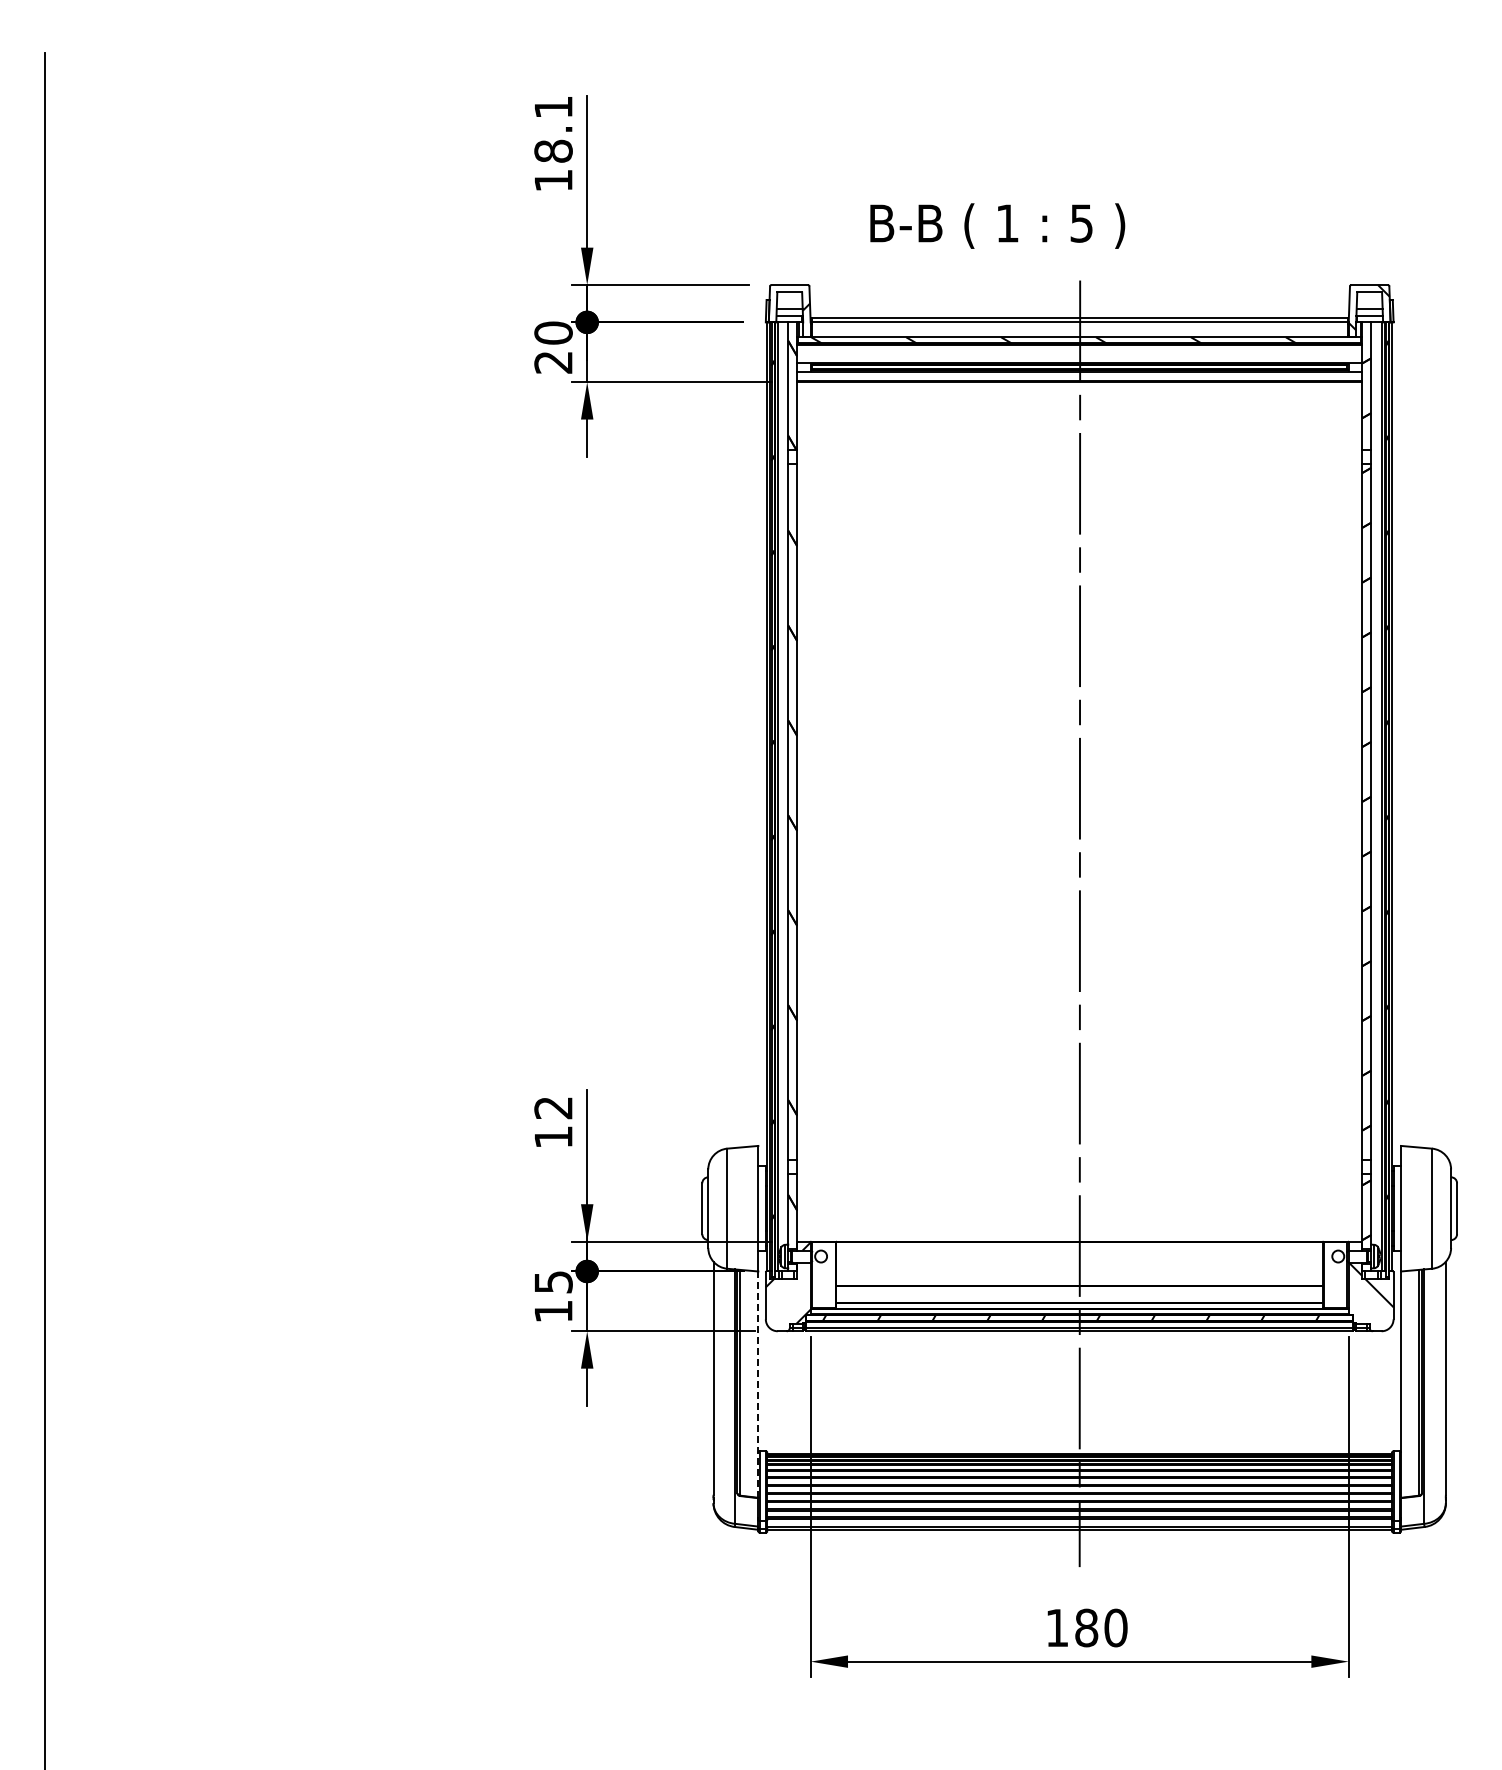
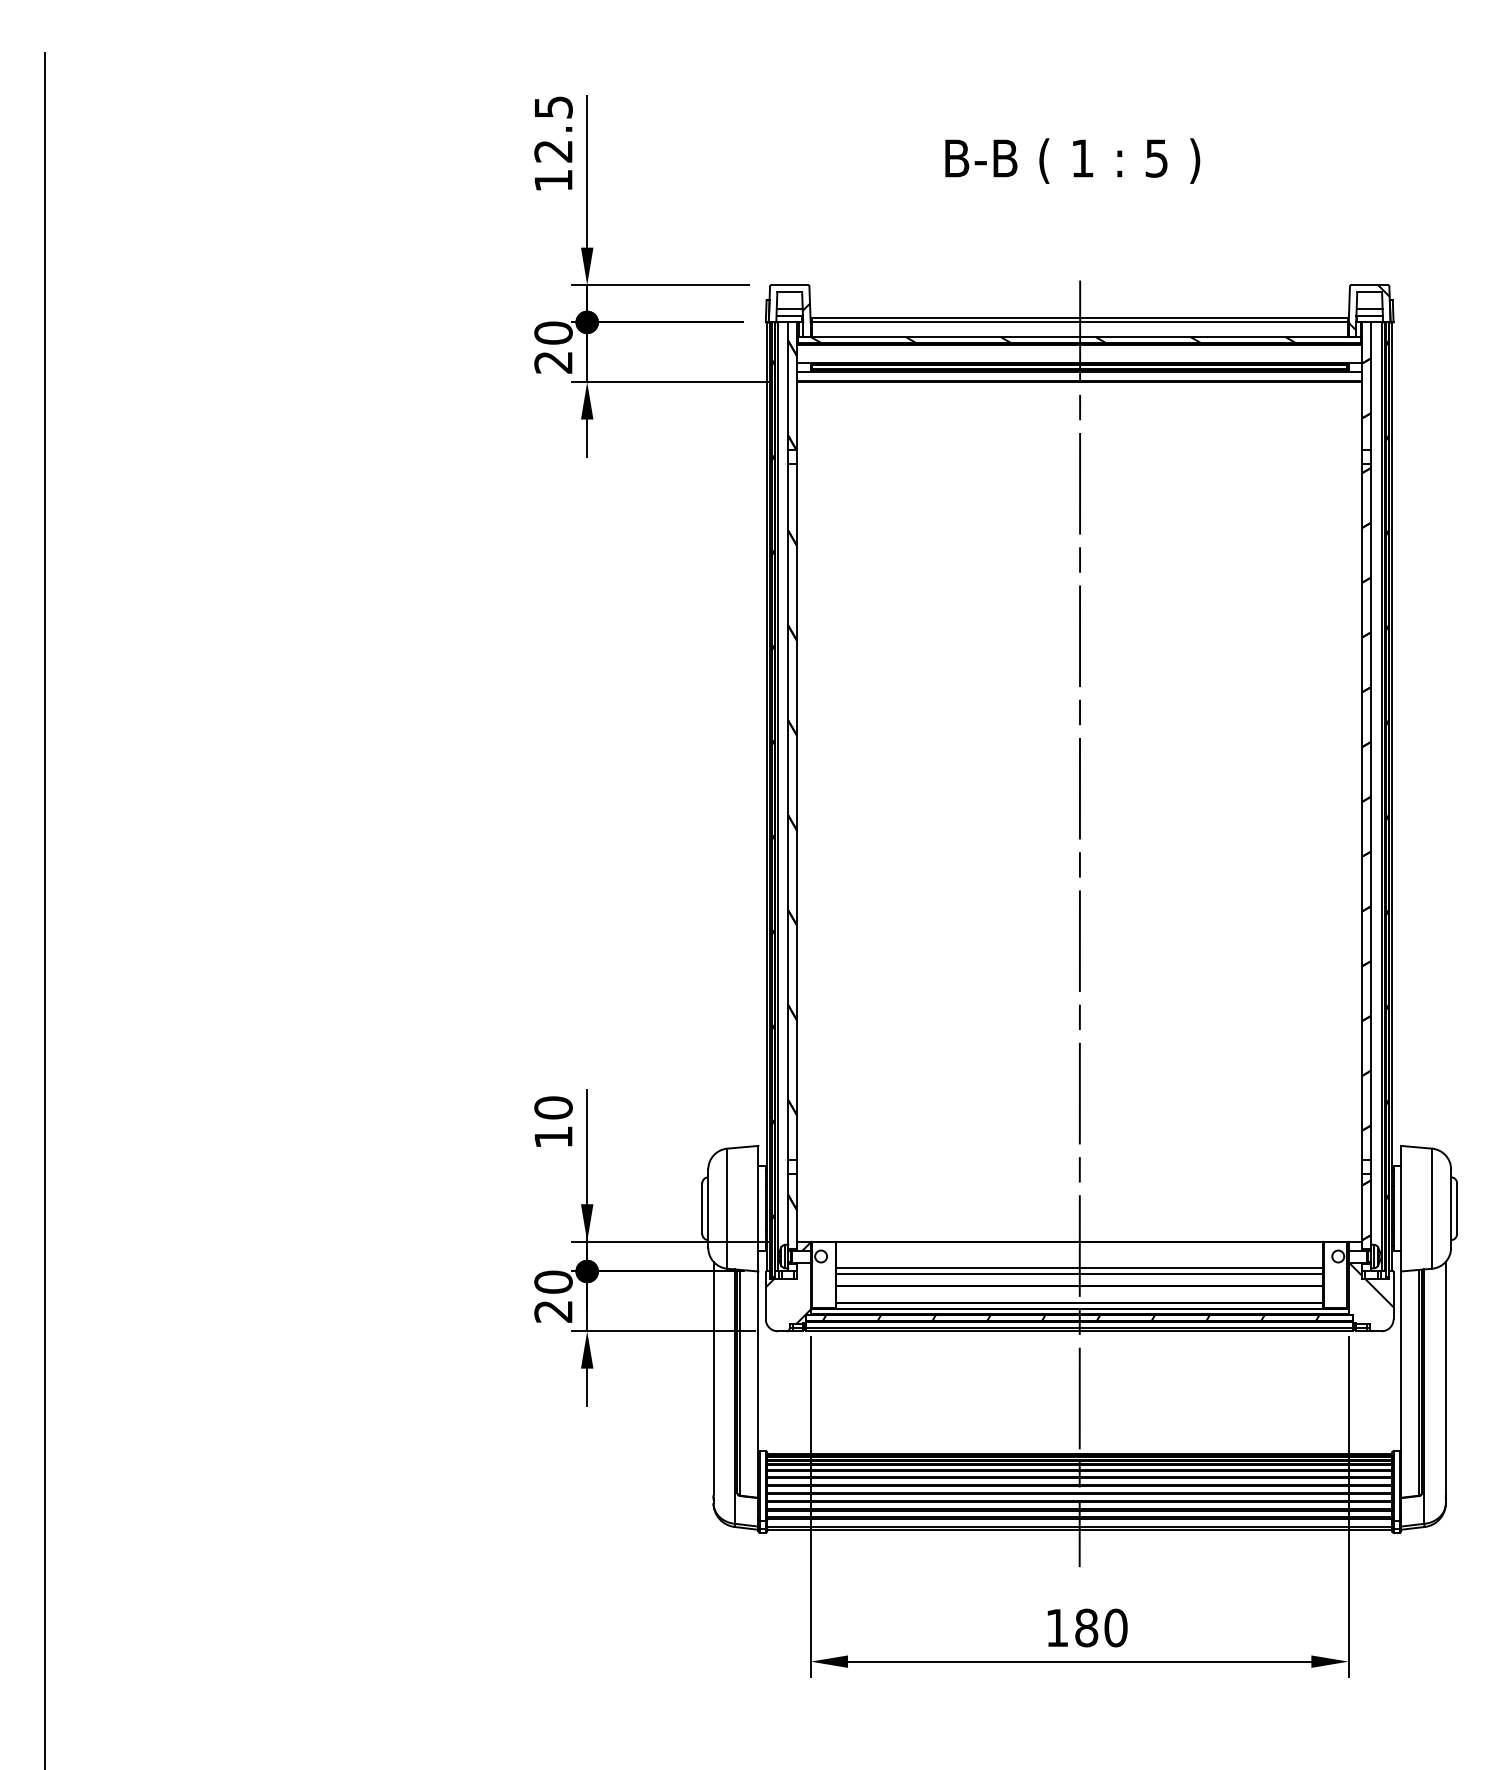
text at (553, 129): 18.1 -> 12.5
text at (997, 225) position: (997, 225) -> (1072, 160)
text at (553, 1107): 12 -> 10
line at (1079, 1268): none -> present
line at (1079, 1274): none -> present
text at (553, 1296): 15 -> 20
line at (758, 1384): dashed -> solid
